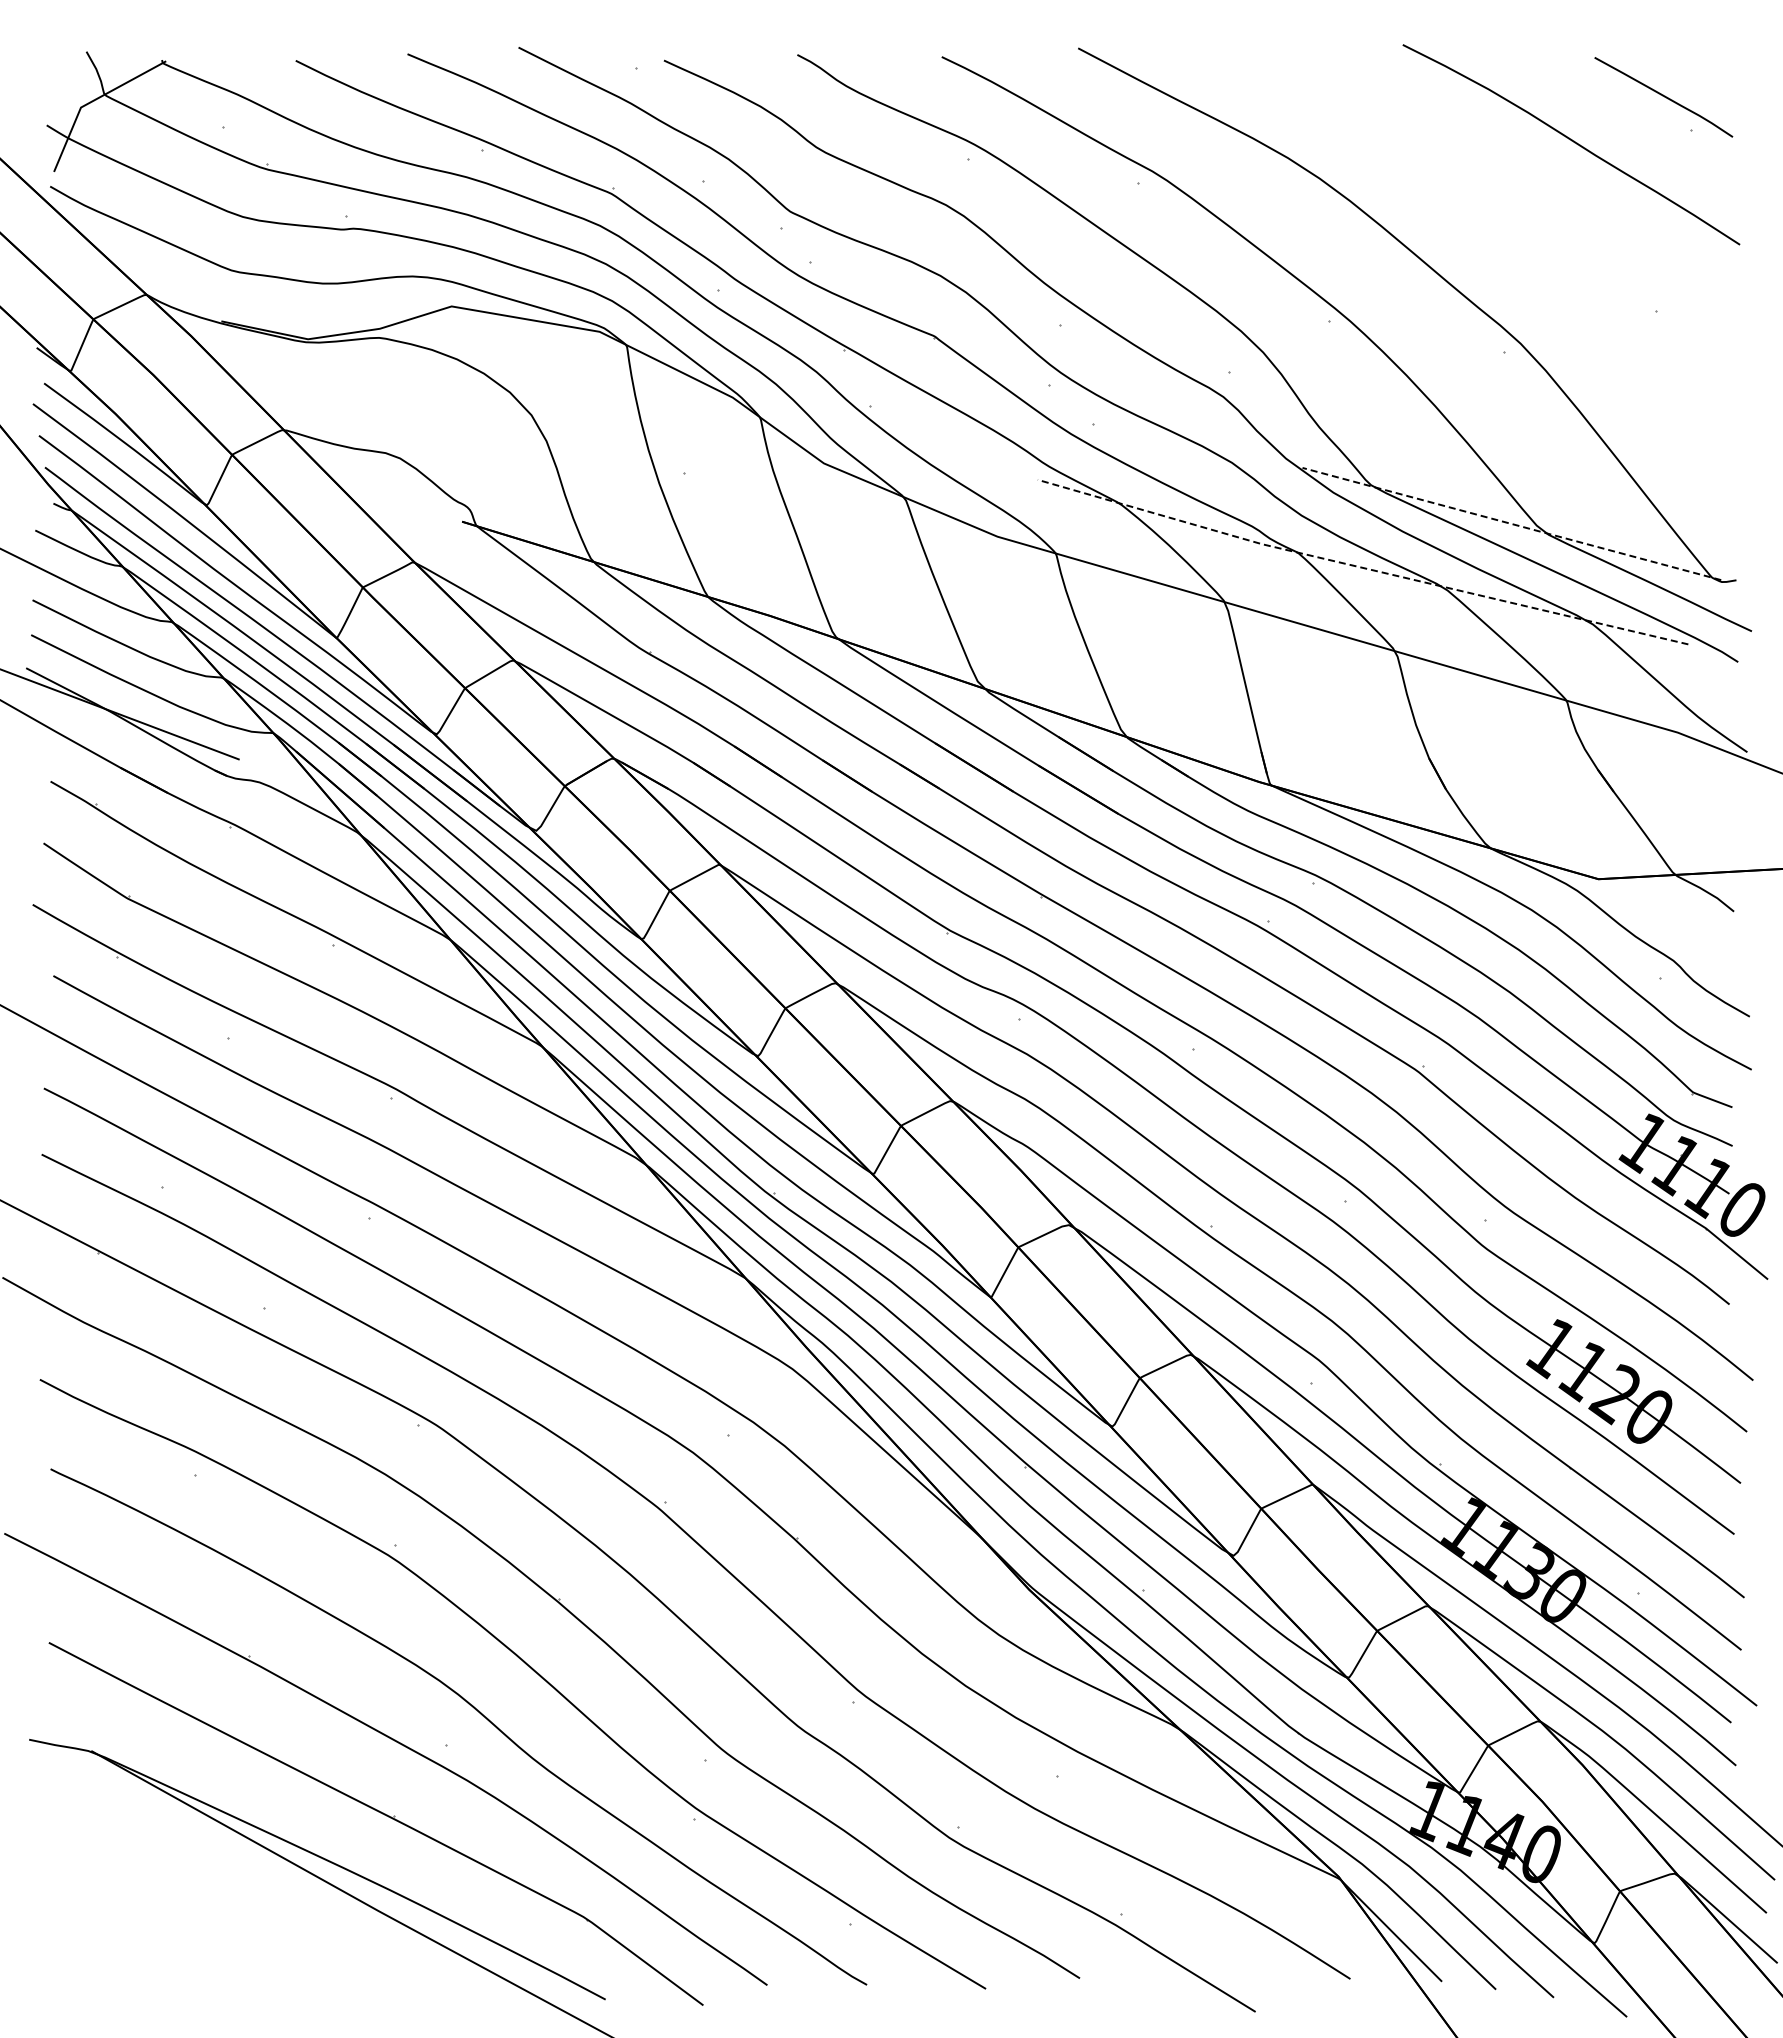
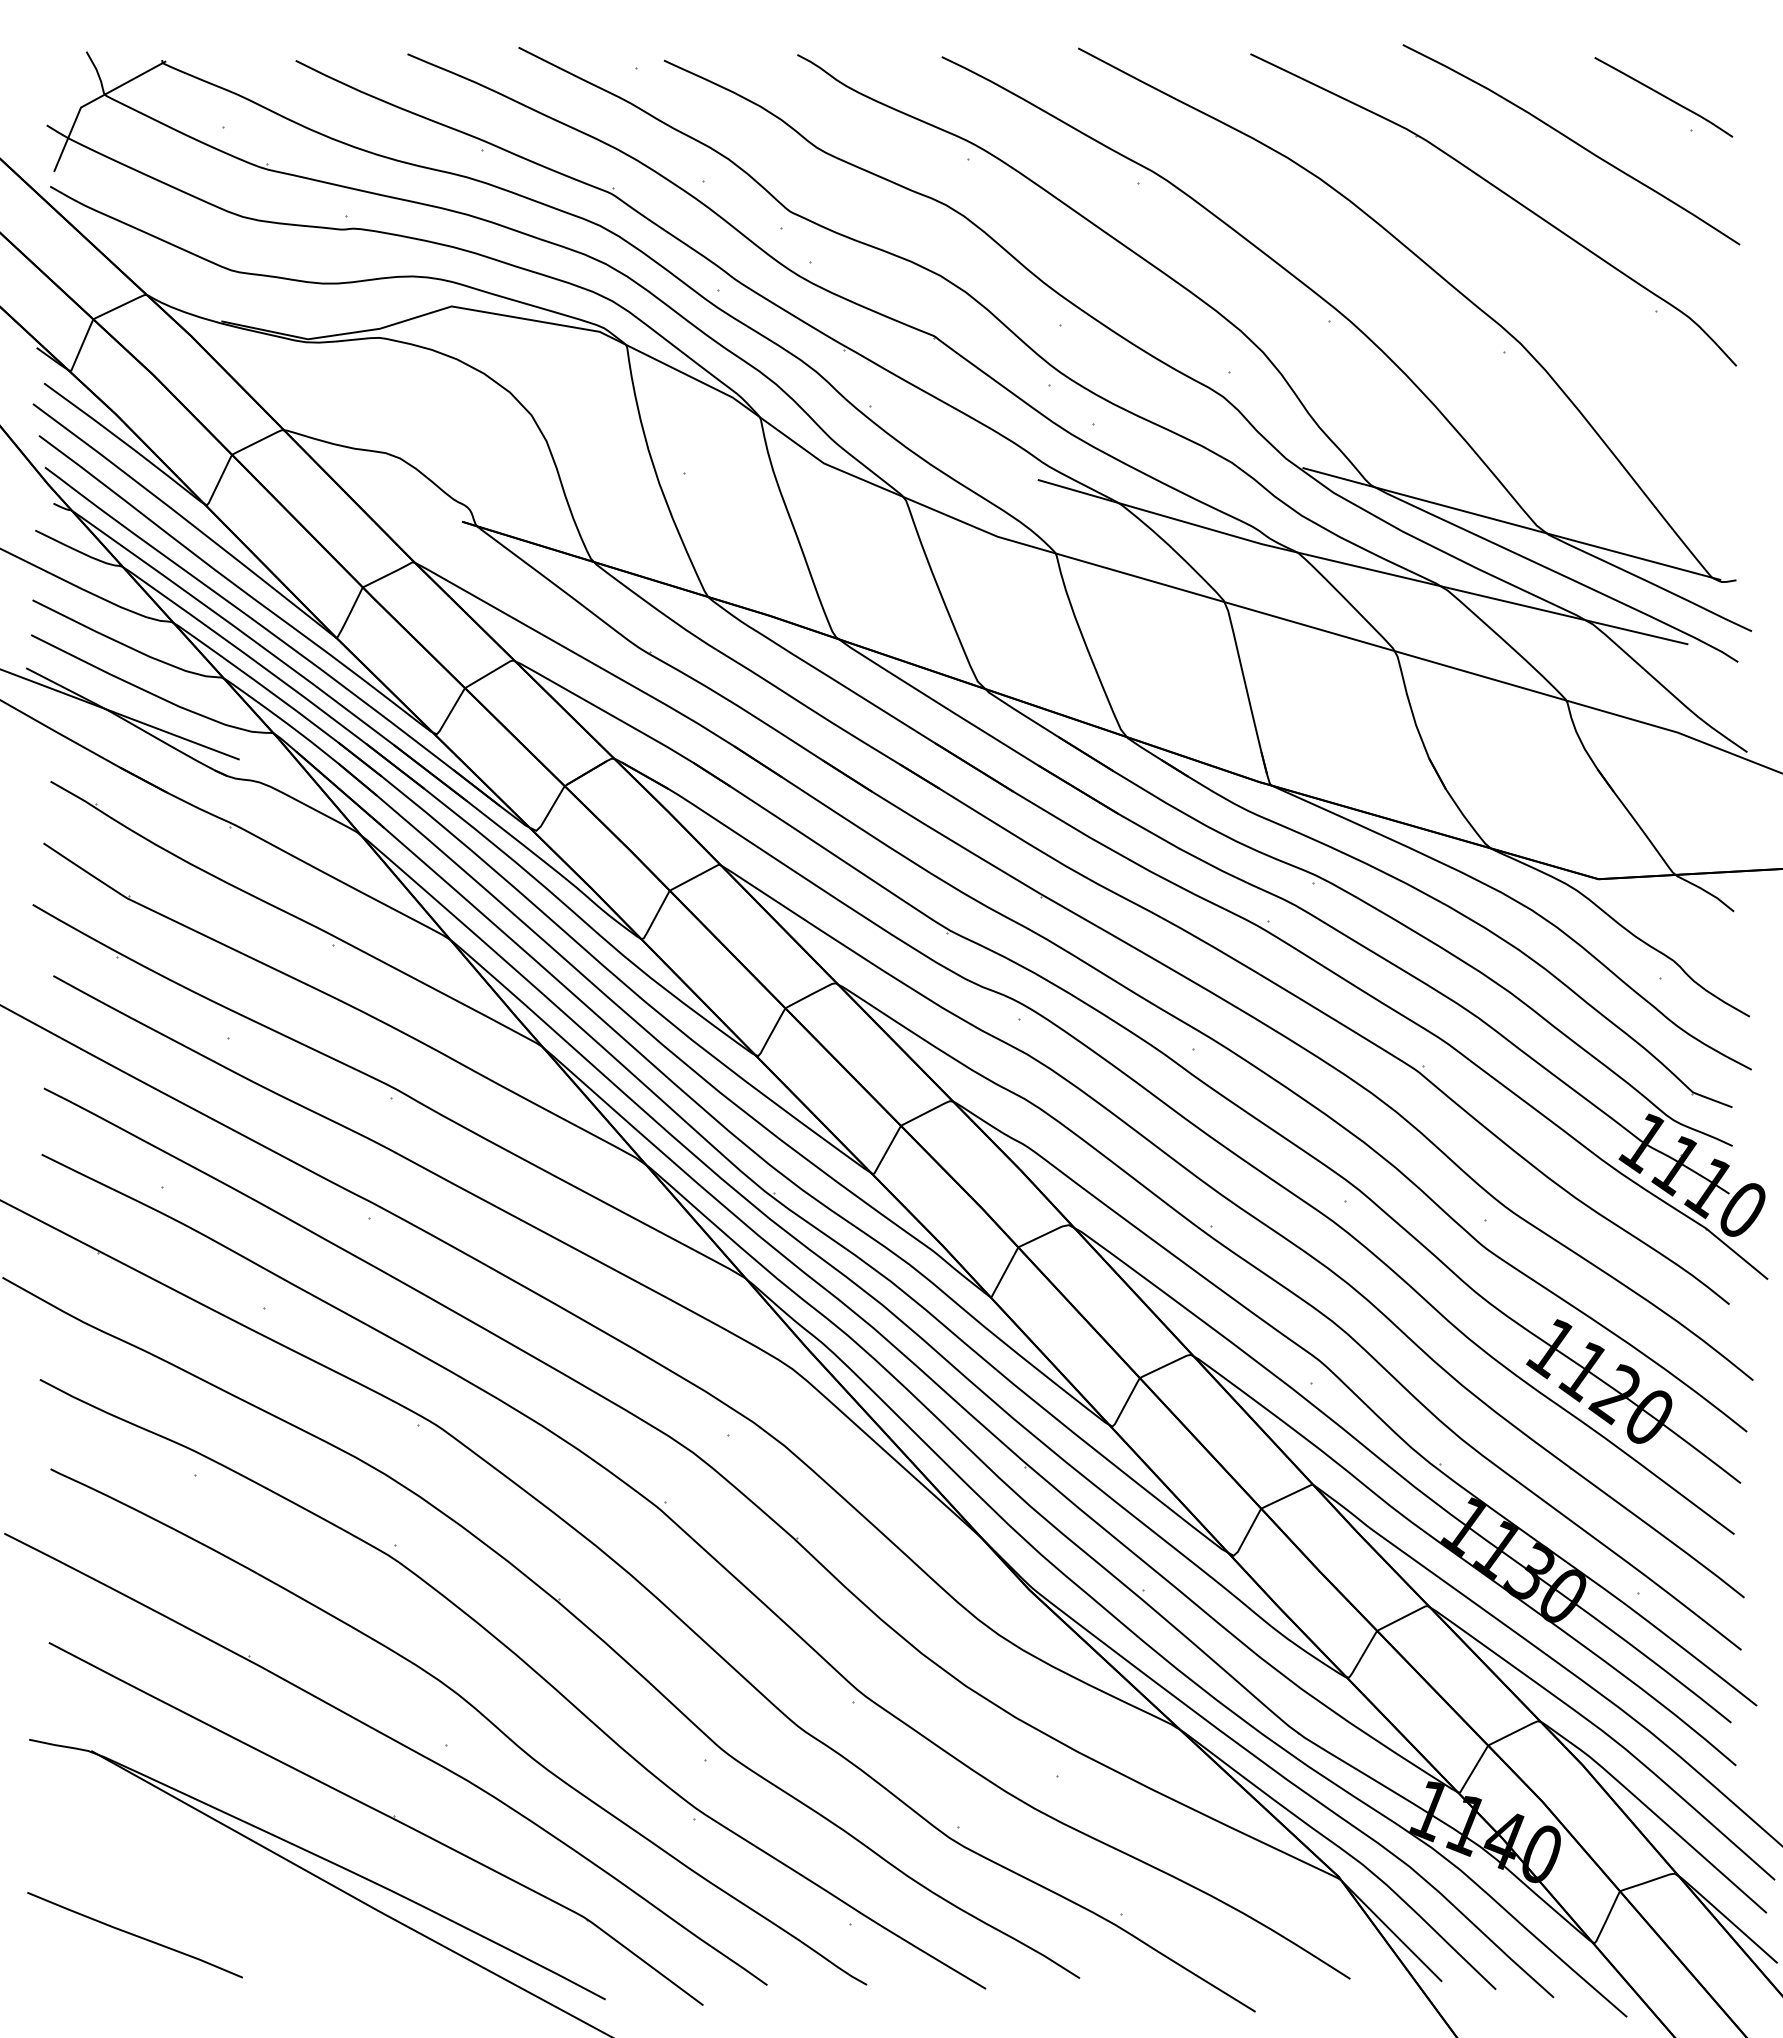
part at (1504, 194): none -> present
line at (1511, 524): dashed -> solid
line at (1360, 567): dashed -> solid
curve at (134, 1935): none -> present
